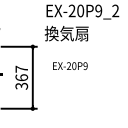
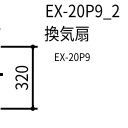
text at (70, 65) position: (70, 65) -> (72, 56)
text at (21, 73): 367 -> 320
